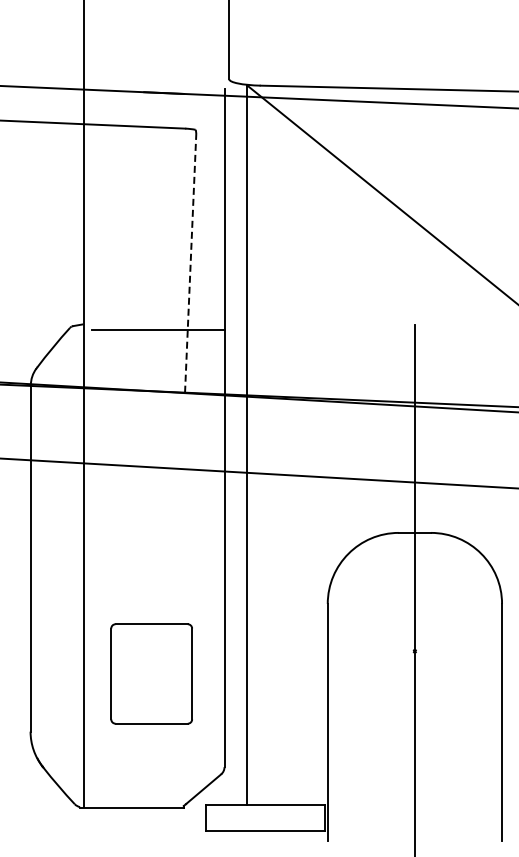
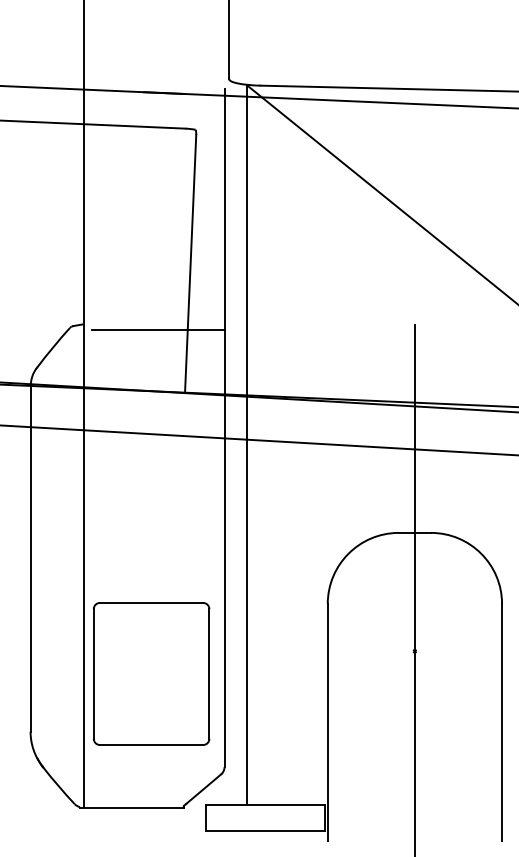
line at (190, 263): dashed -> solid
line at (258, 473) position: (258, 473) -> (258, 440)
part at (151, 673) size: 83x102 px -> 118x144 px
